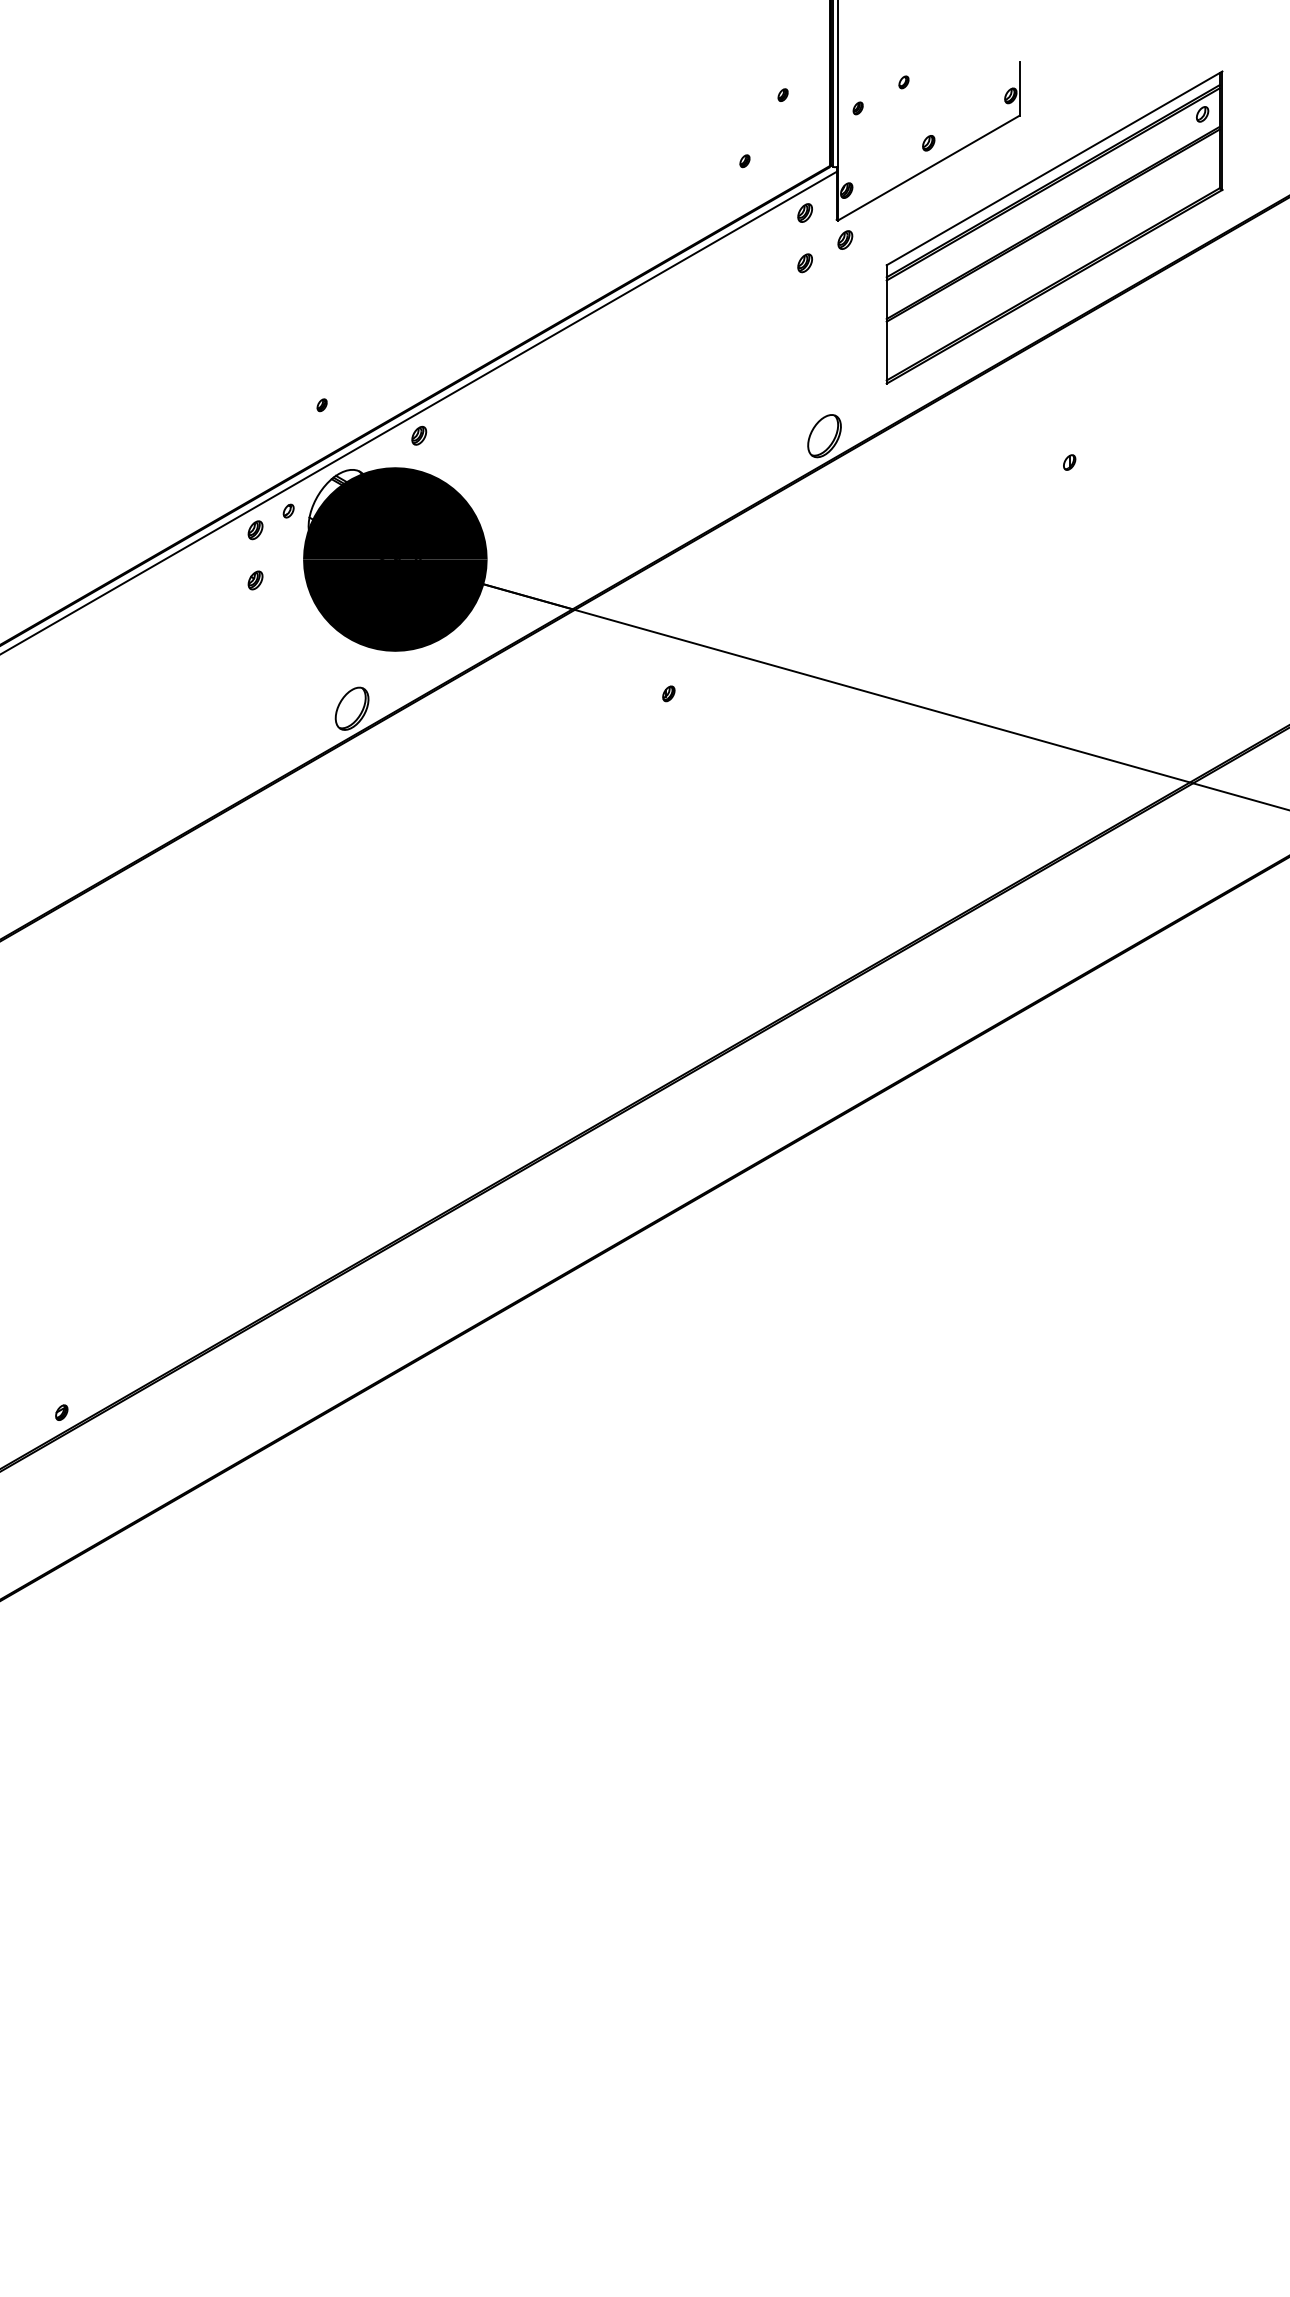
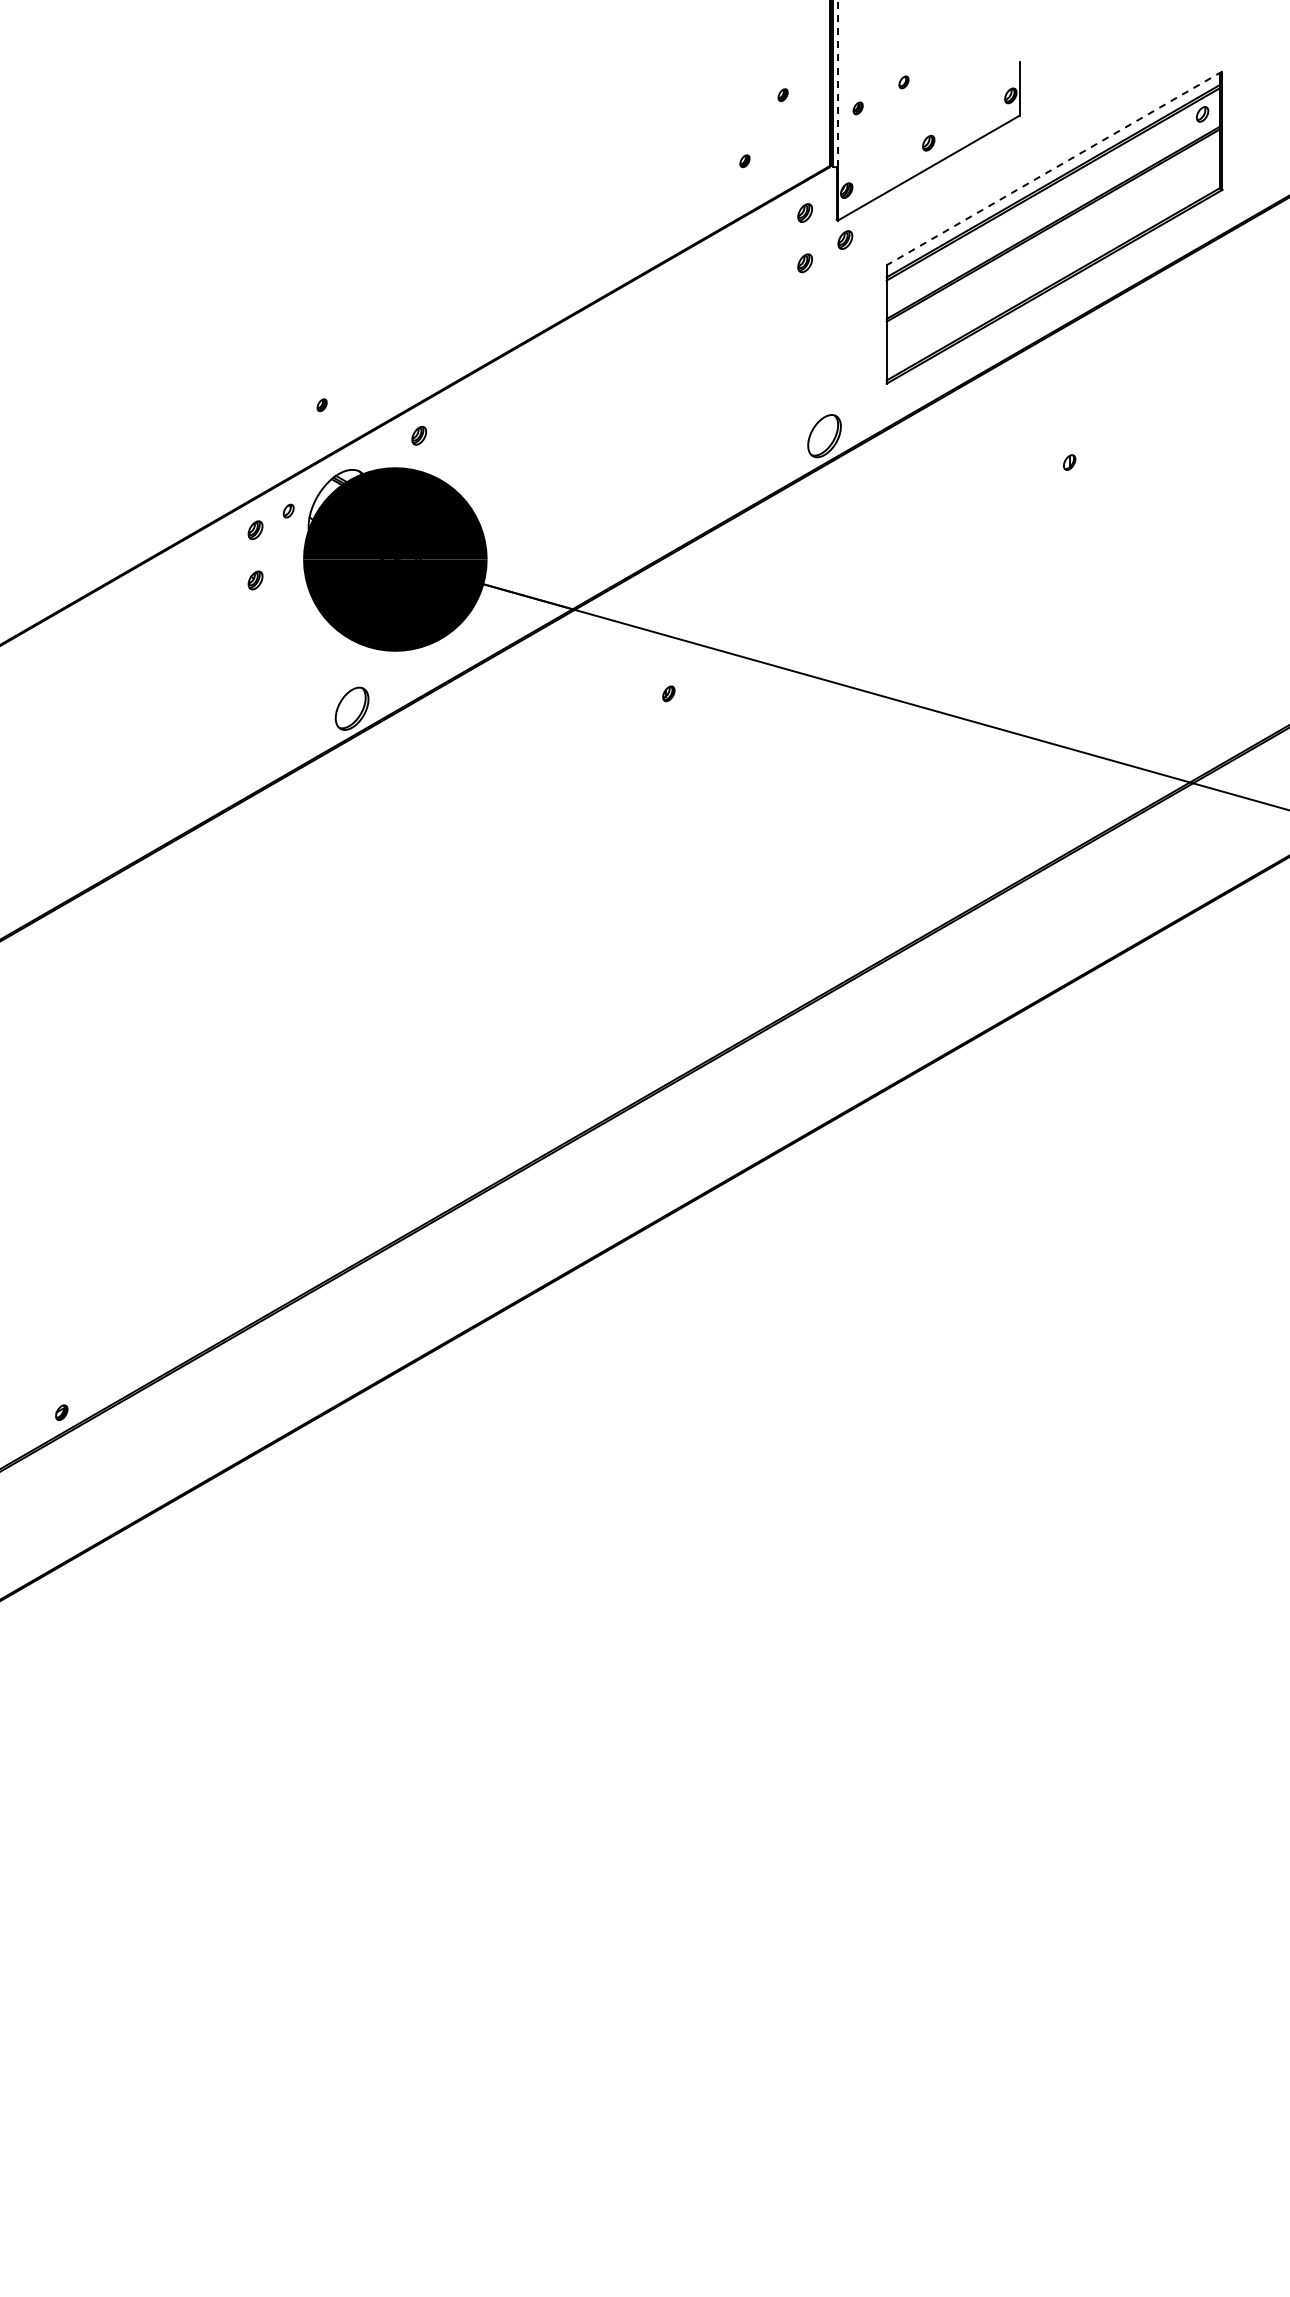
line at (838, 83): solid -> dashed
line at (1054, 168): solid -> dashed
line at (419, 412): present -> none
